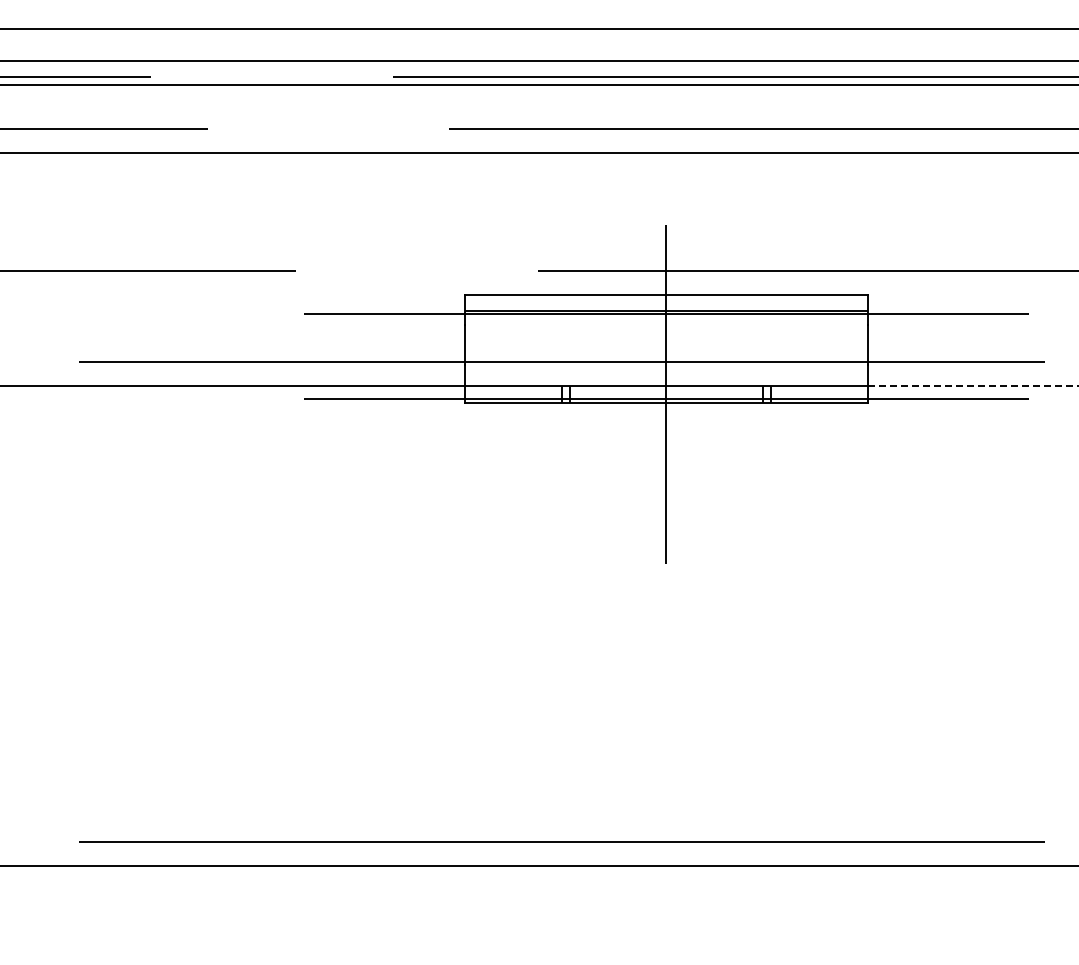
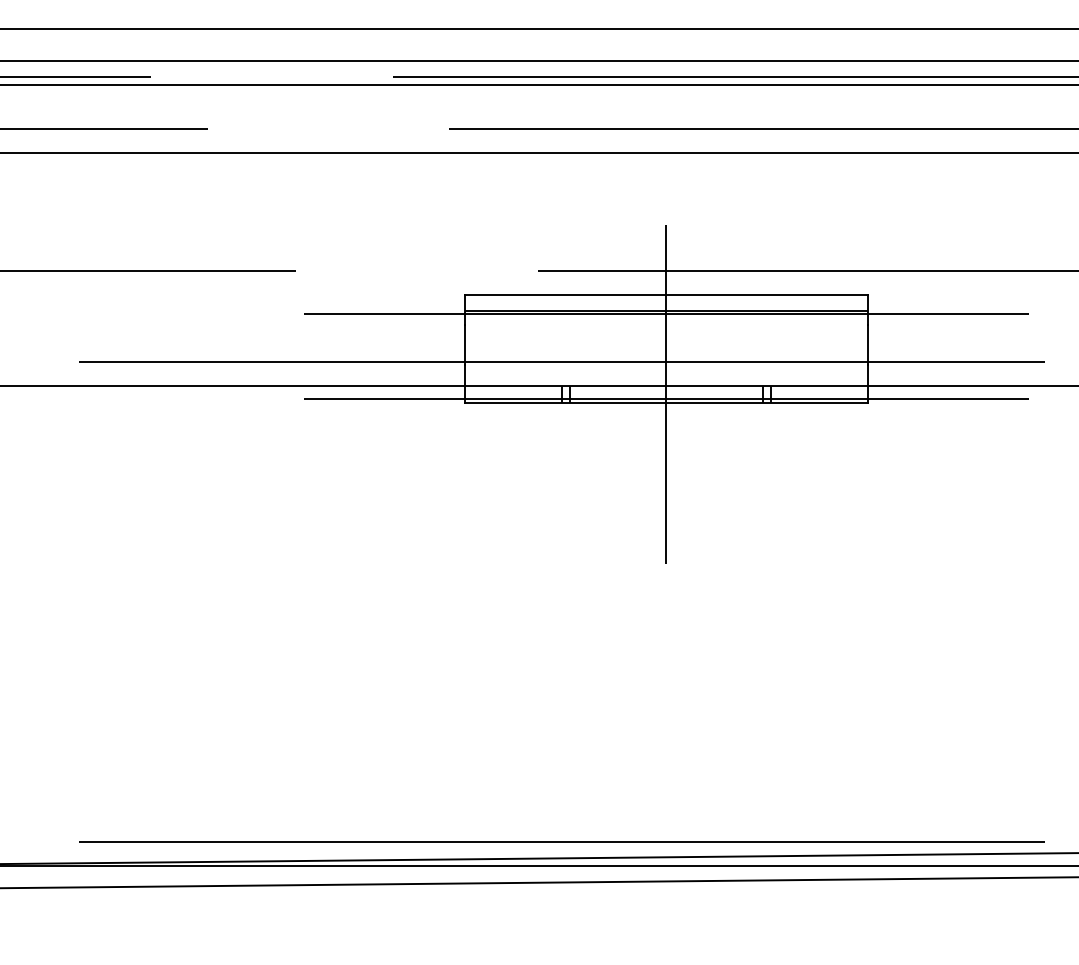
line at (973, 386): dashed -> solid
line at (538, 858): none -> present
line at (538, 882): none -> present
